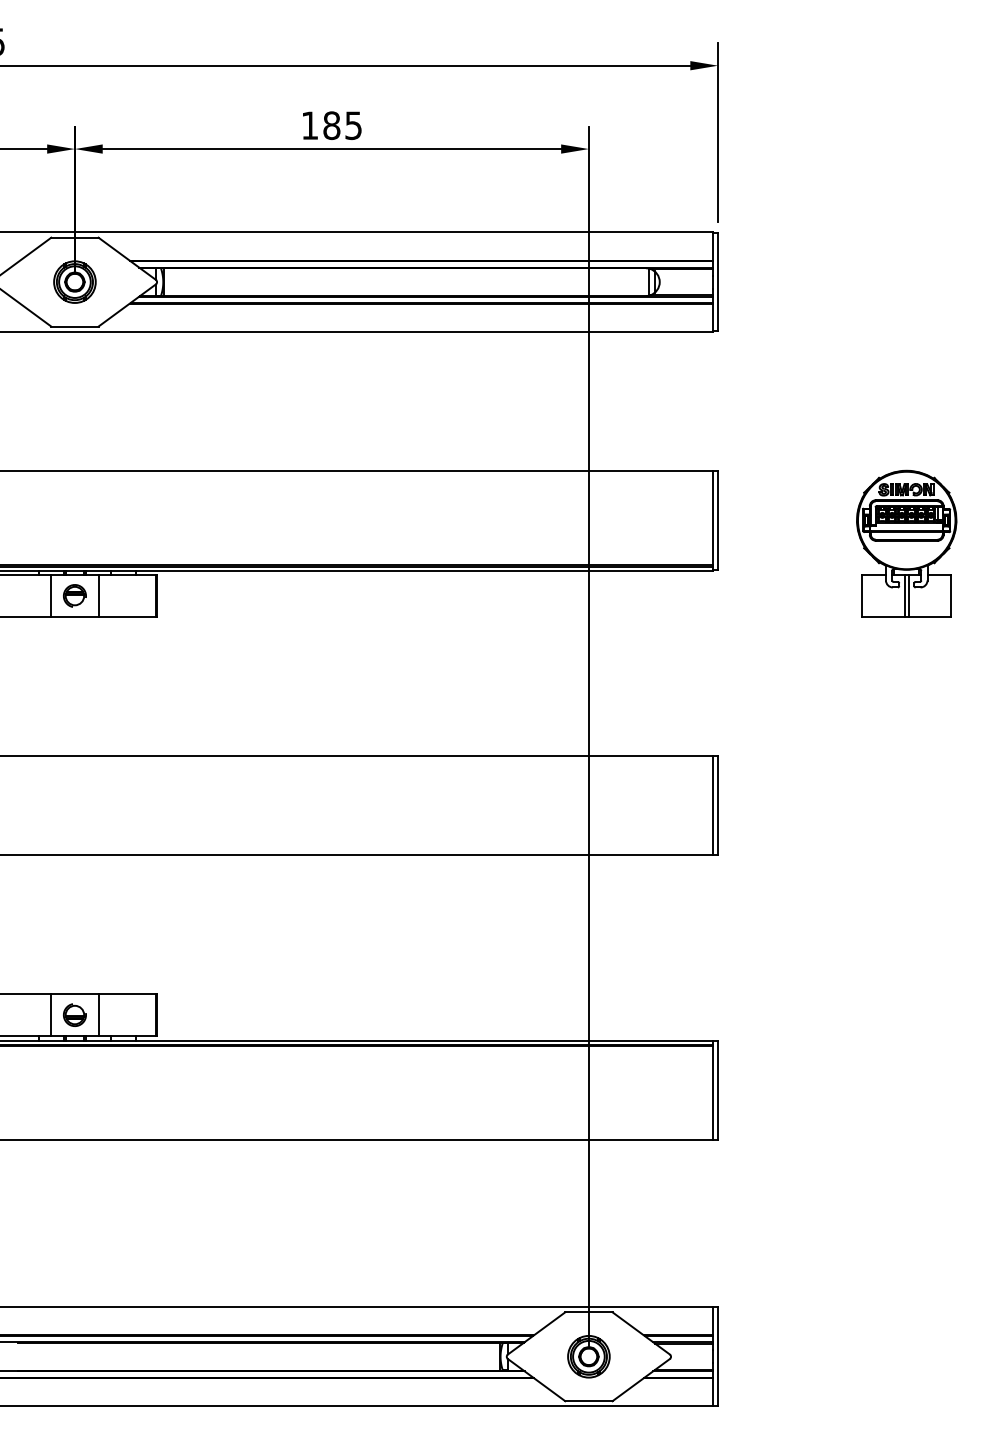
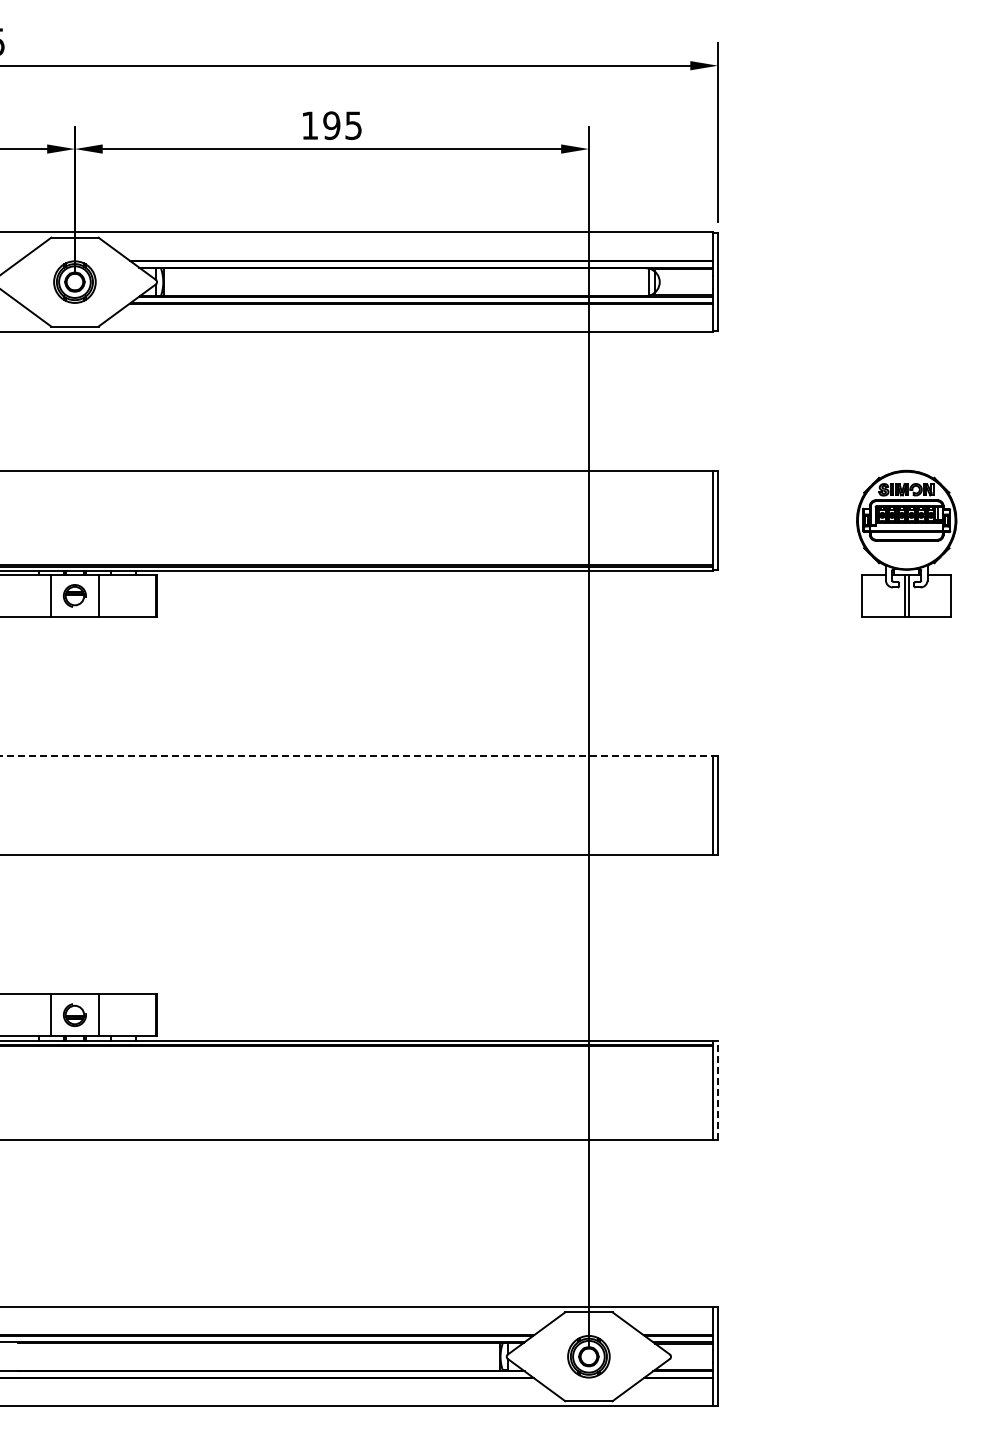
text at (331, 125): 185 -> 195
line at (356, 755): solid -> dashed
line at (718, 1090): solid -> dashed
